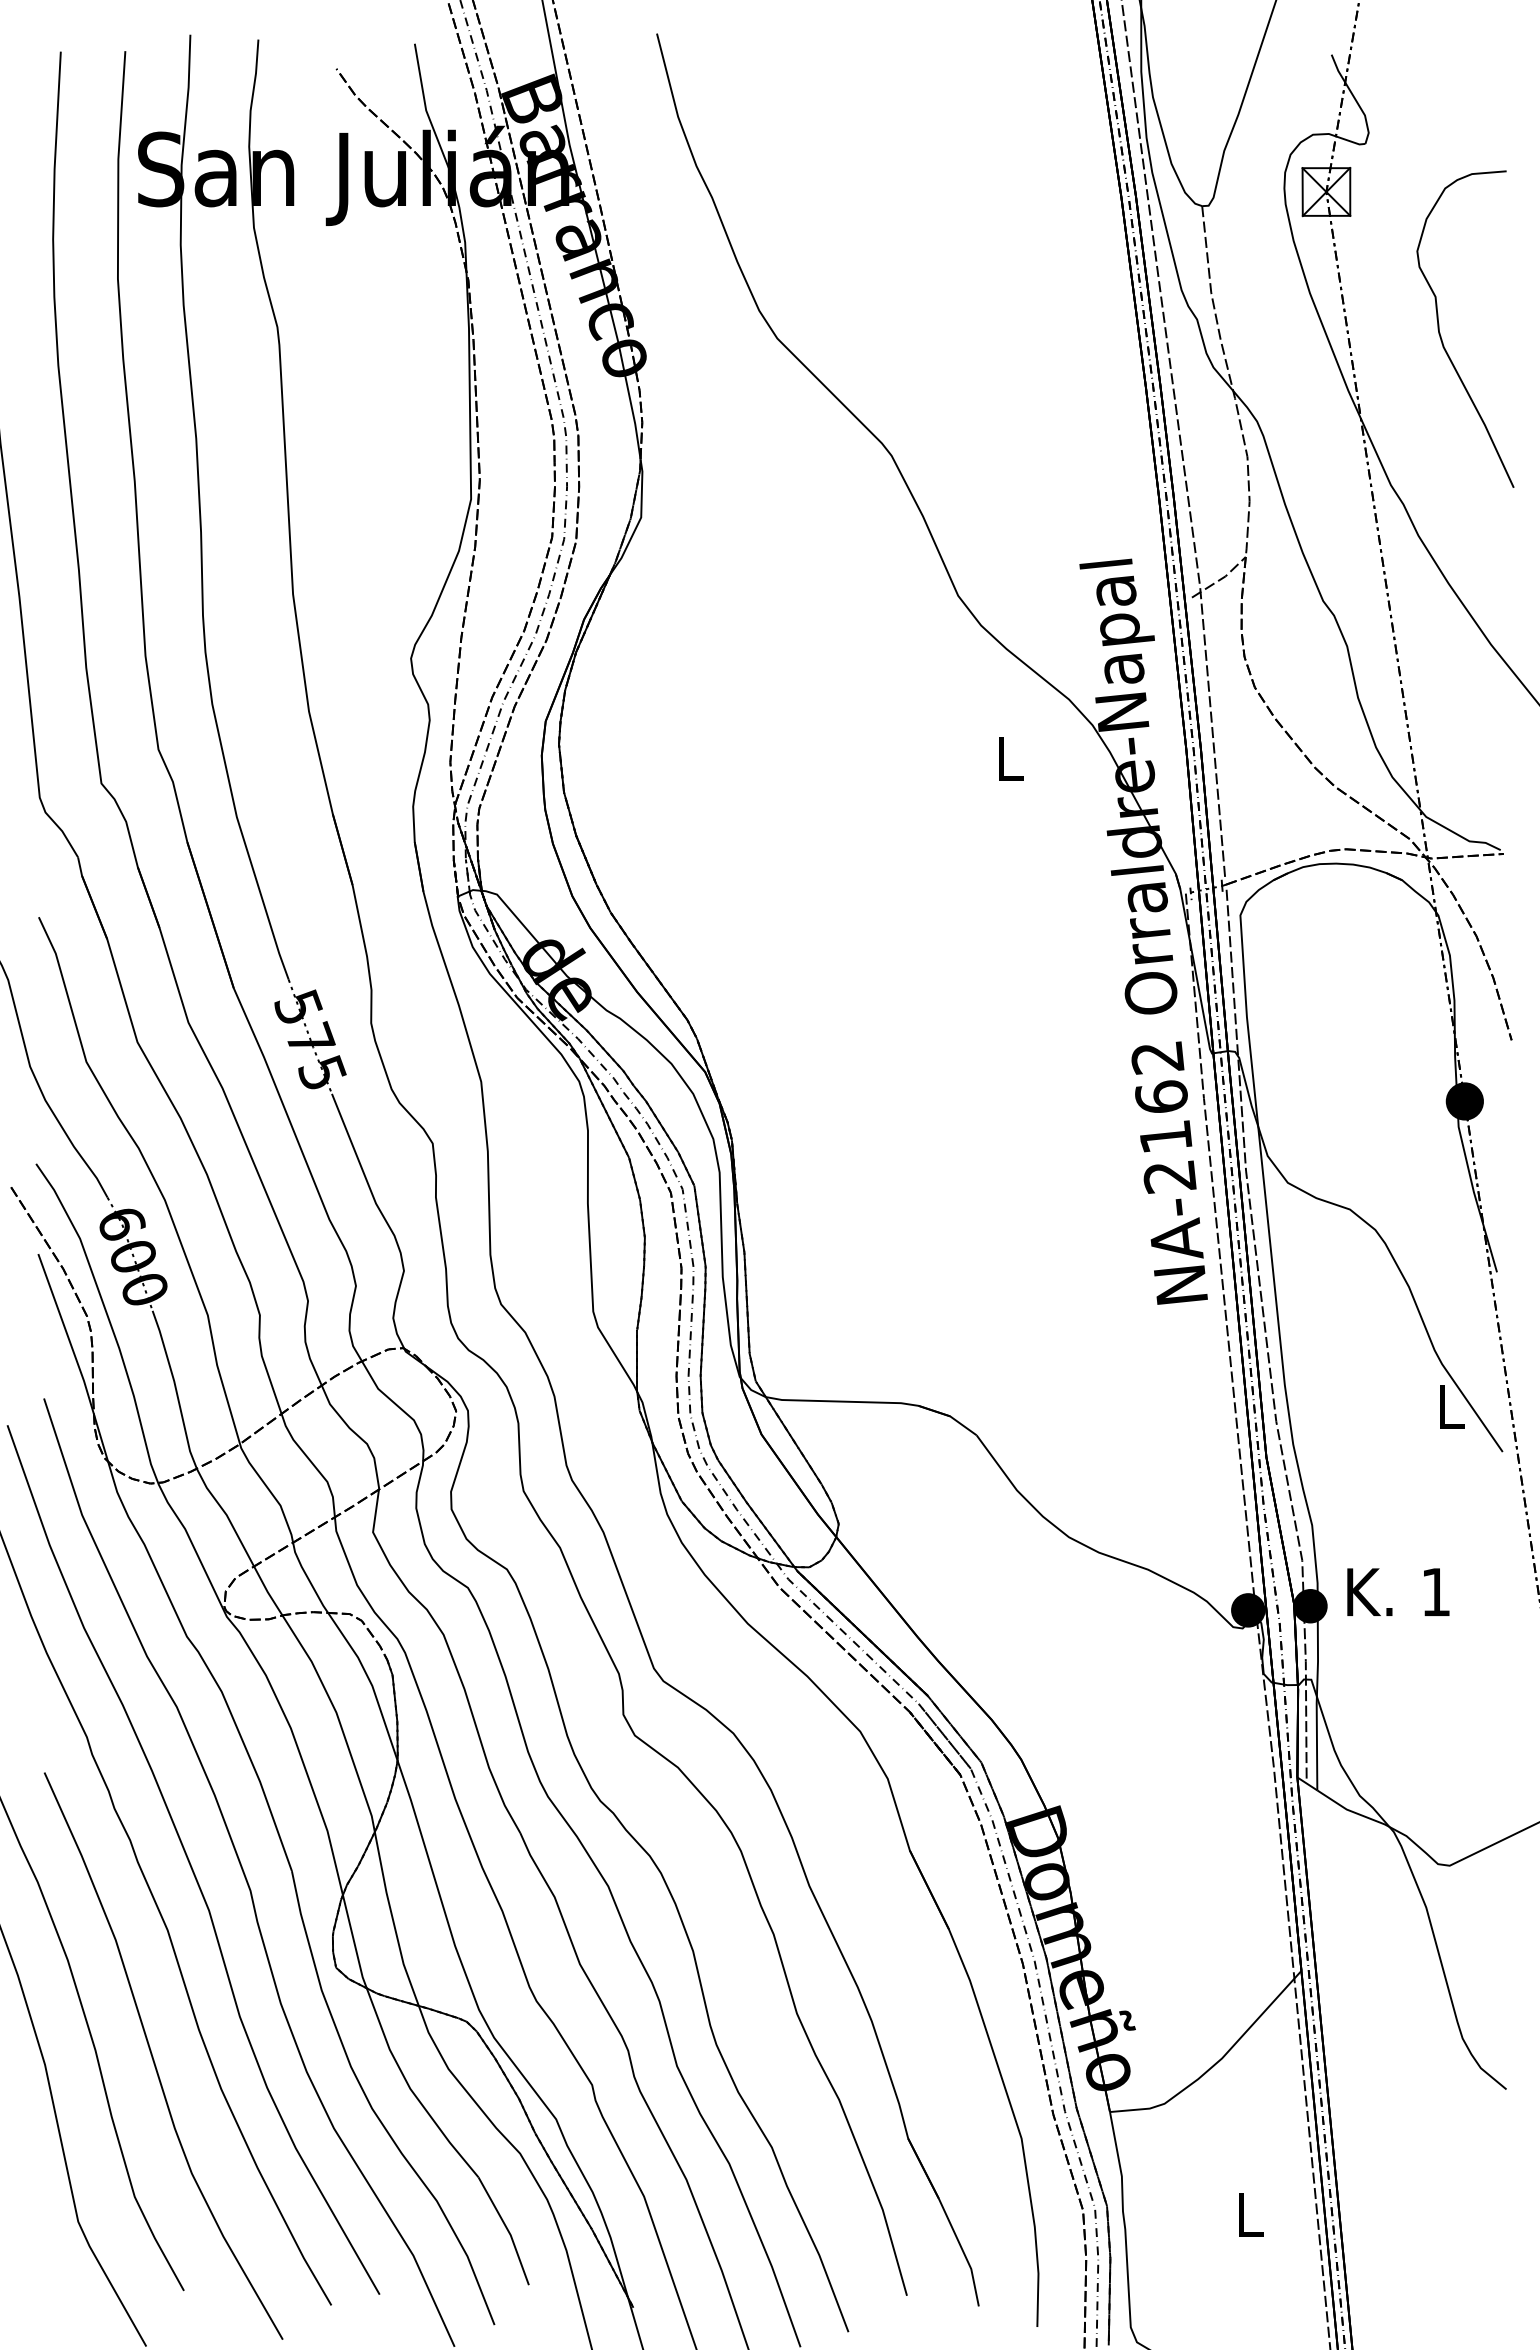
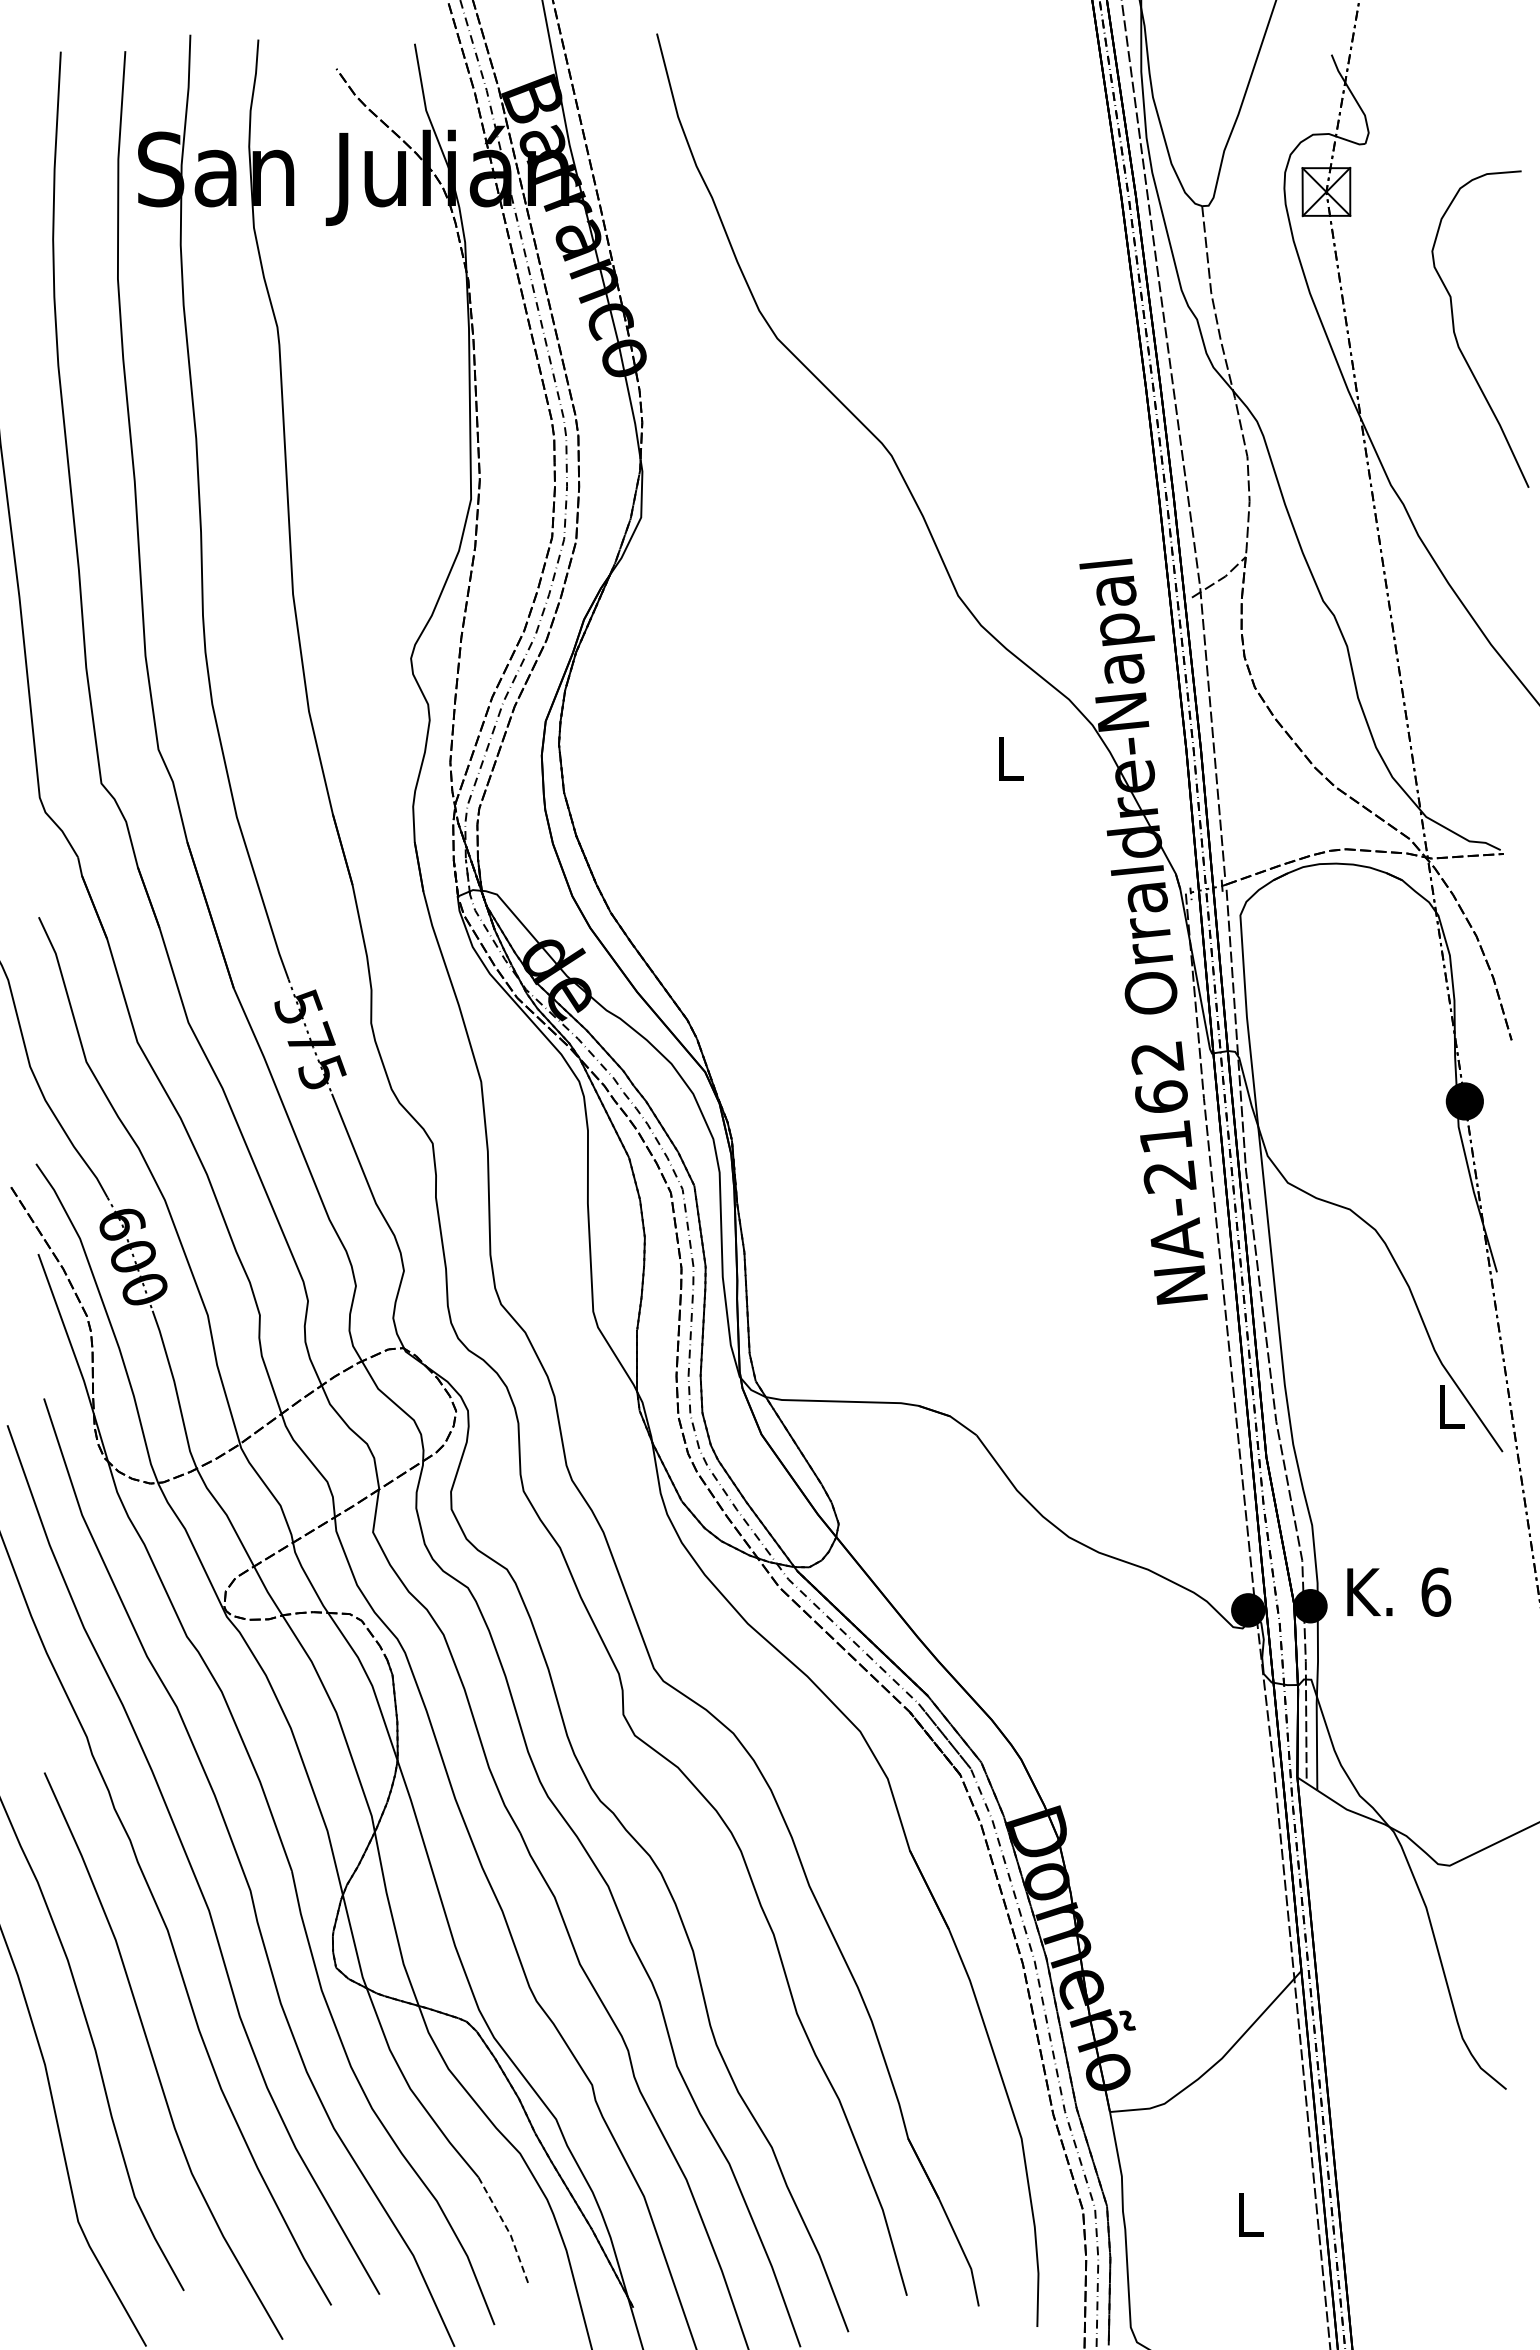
curve at (1441, 336) position: (1441, 336) -> (1456, 336)
text at (1436, 1591): 1 -> 6
line at (507, 2230): solid -> dashed
